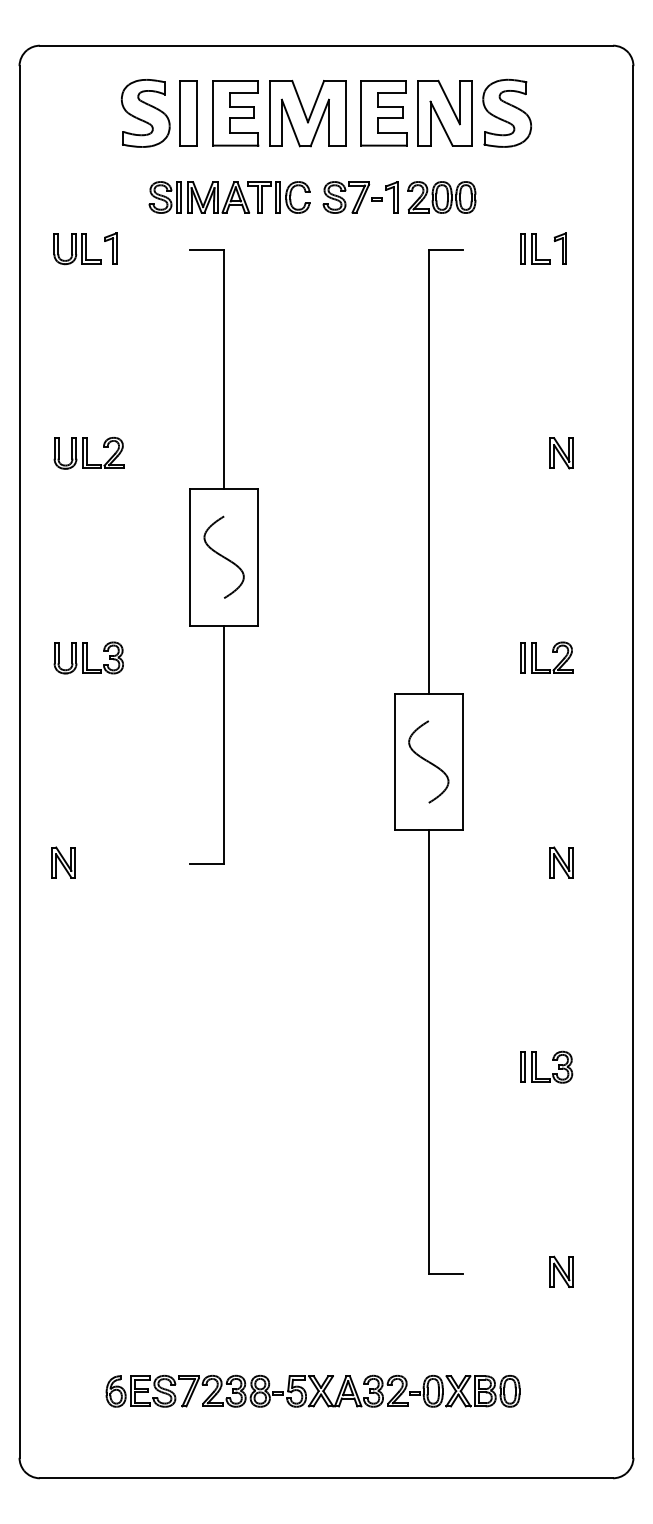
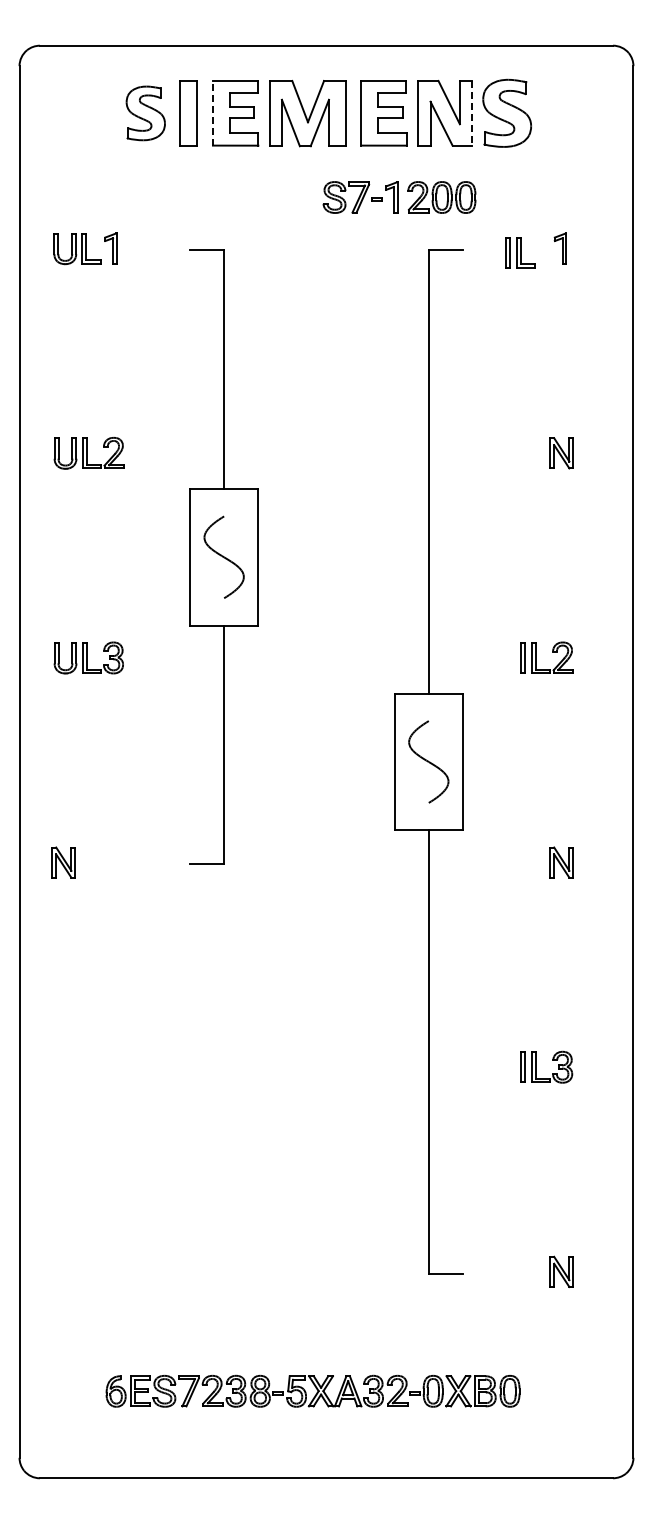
line at (212, 112): solid -> dashed
part at (145, 113) size: 50x69 px -> 41x57 px
line at (472, 113): solid -> dashed
part at (229, 197): present -> none
part at (535, 248) position: (535, 248) -> (520, 252)
